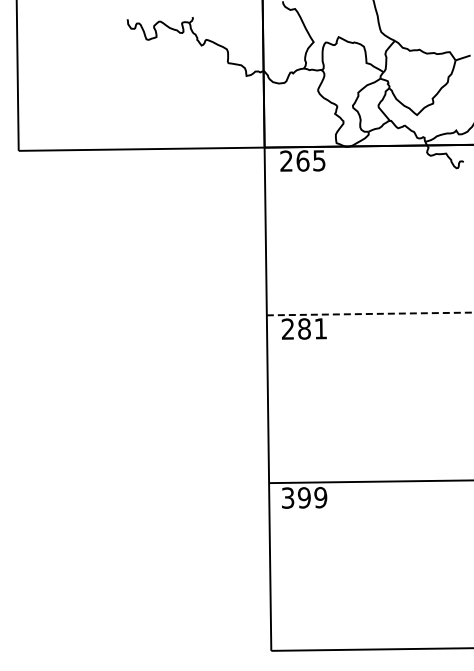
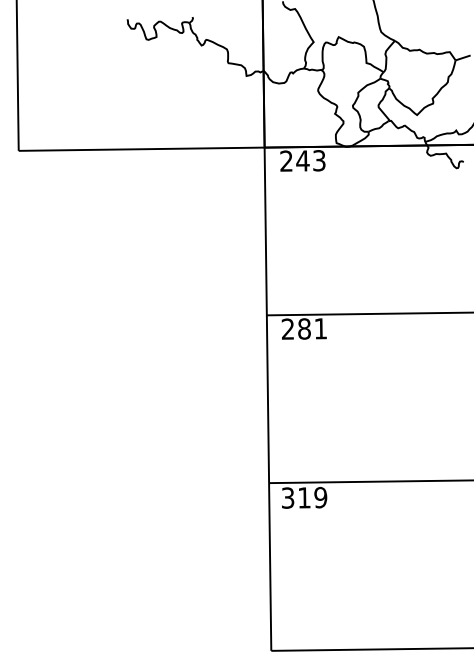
text at (310, 160): 265 -> 243
line at (370, 313): dashed -> solid
text at (303, 497): 399 -> 319
